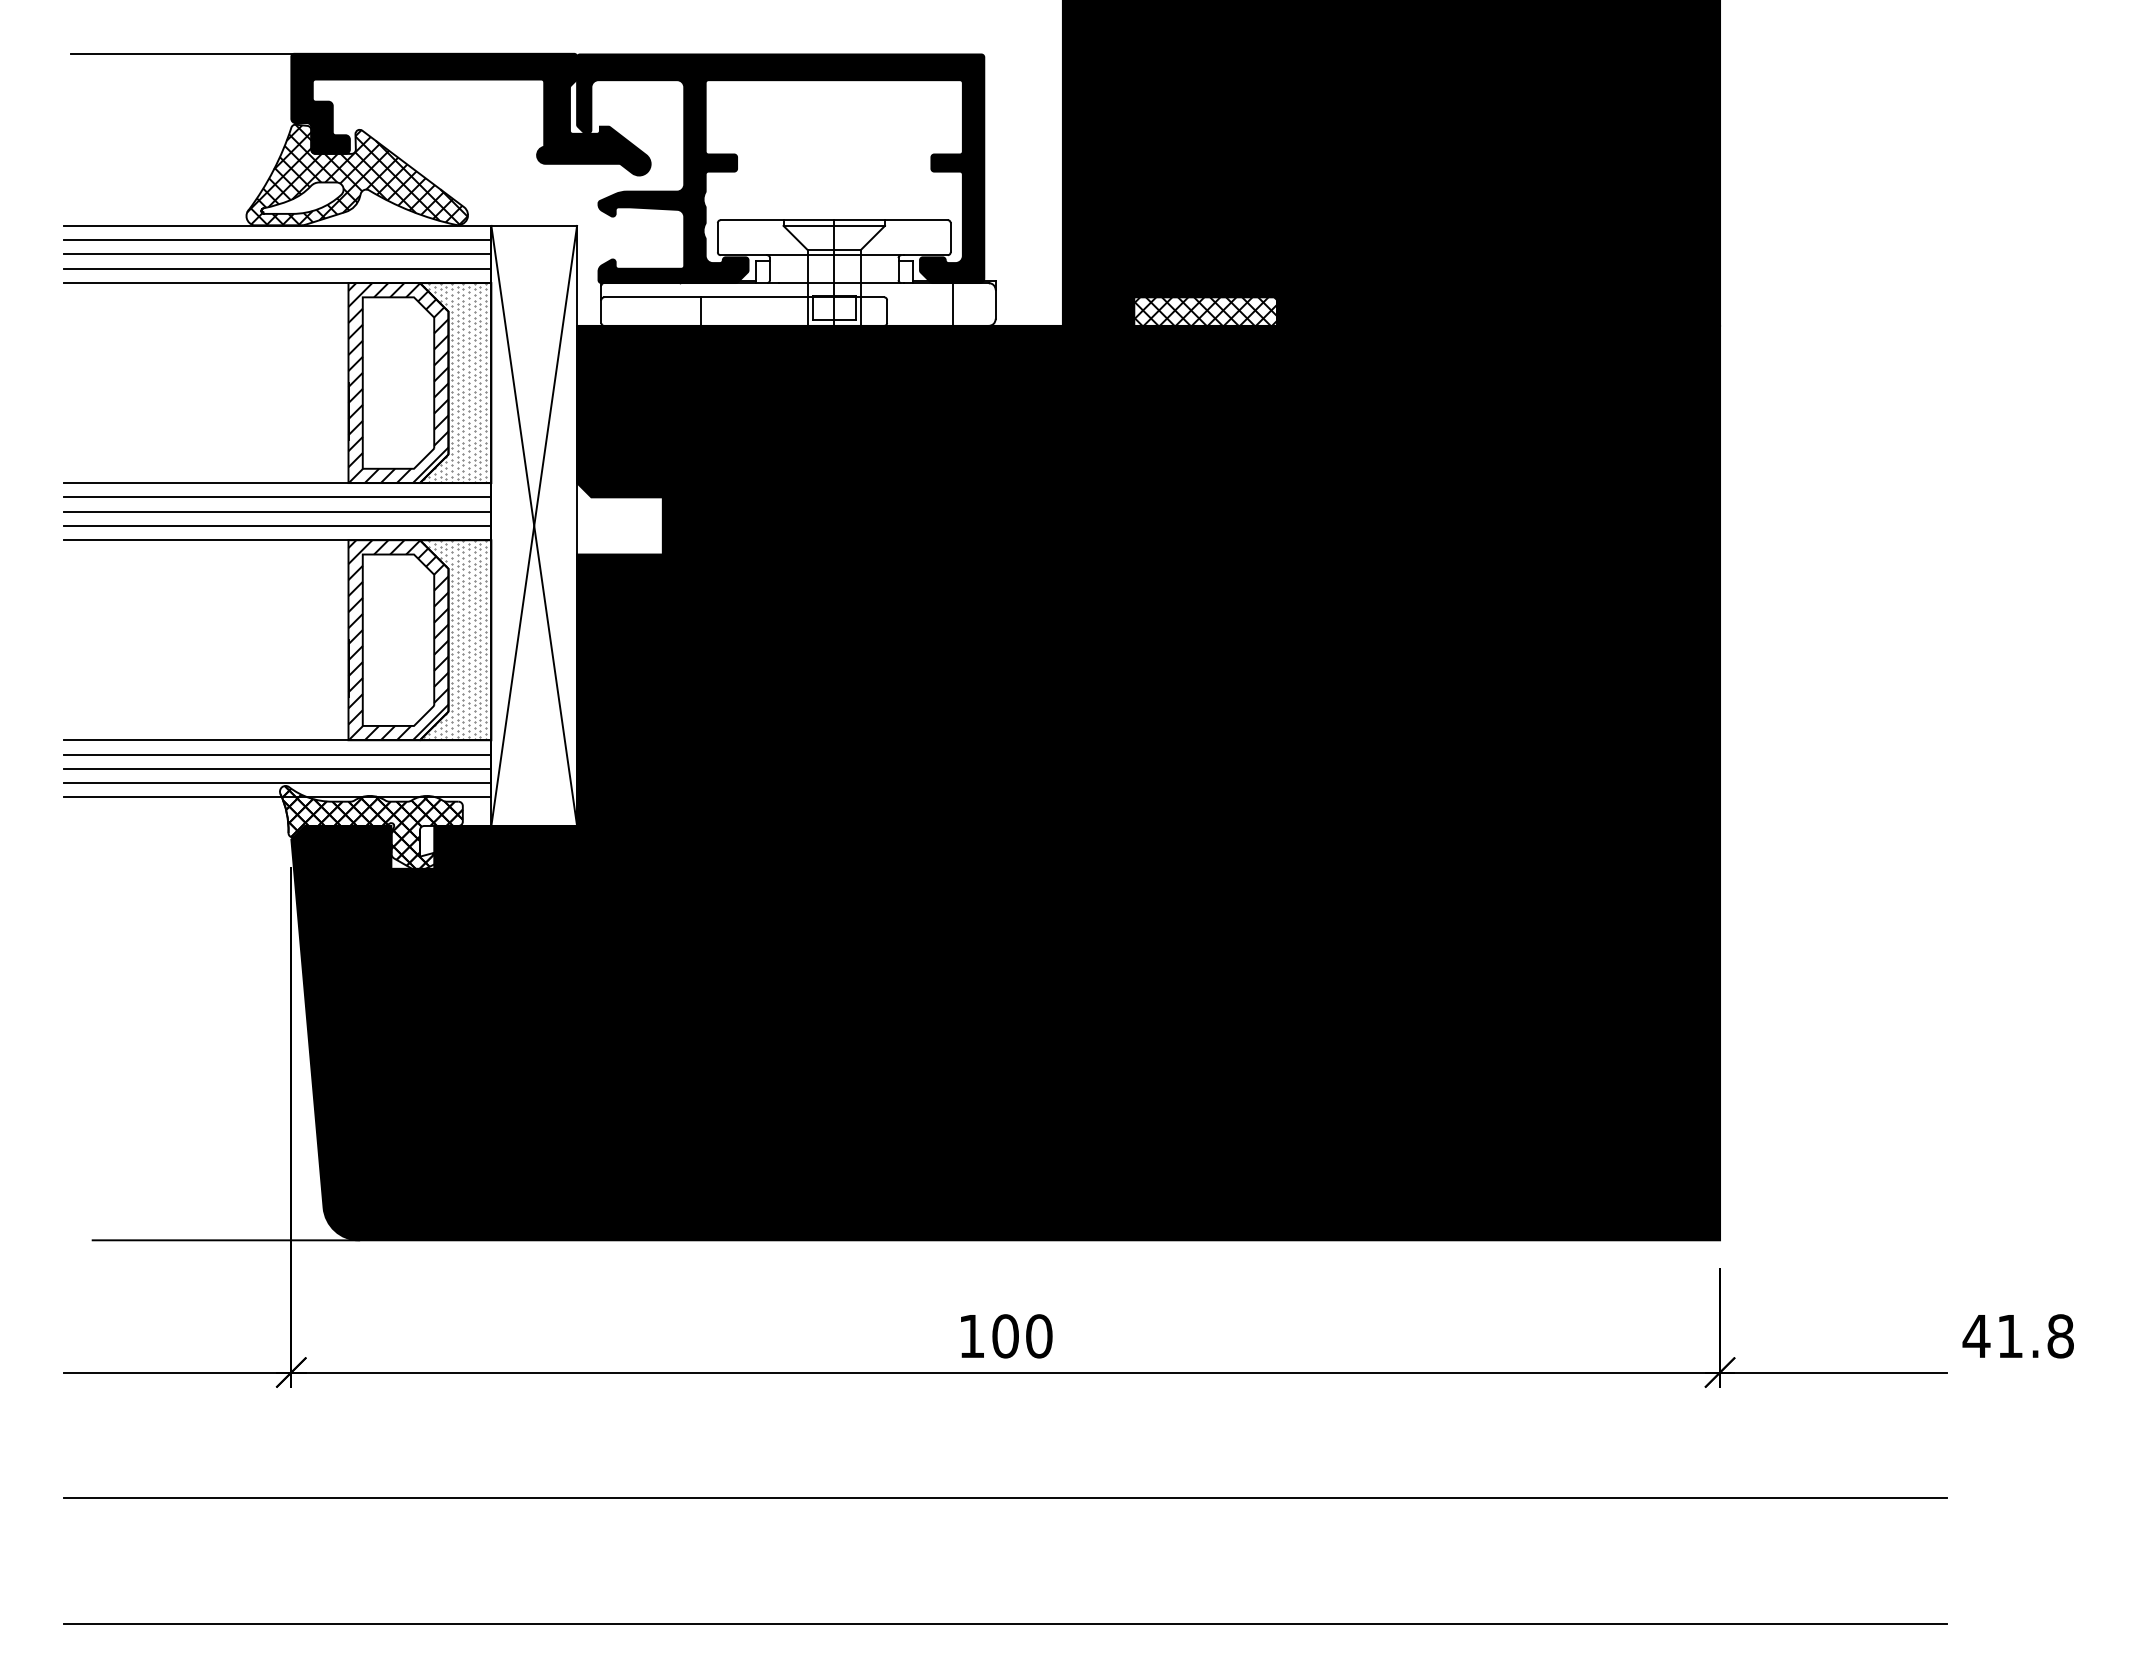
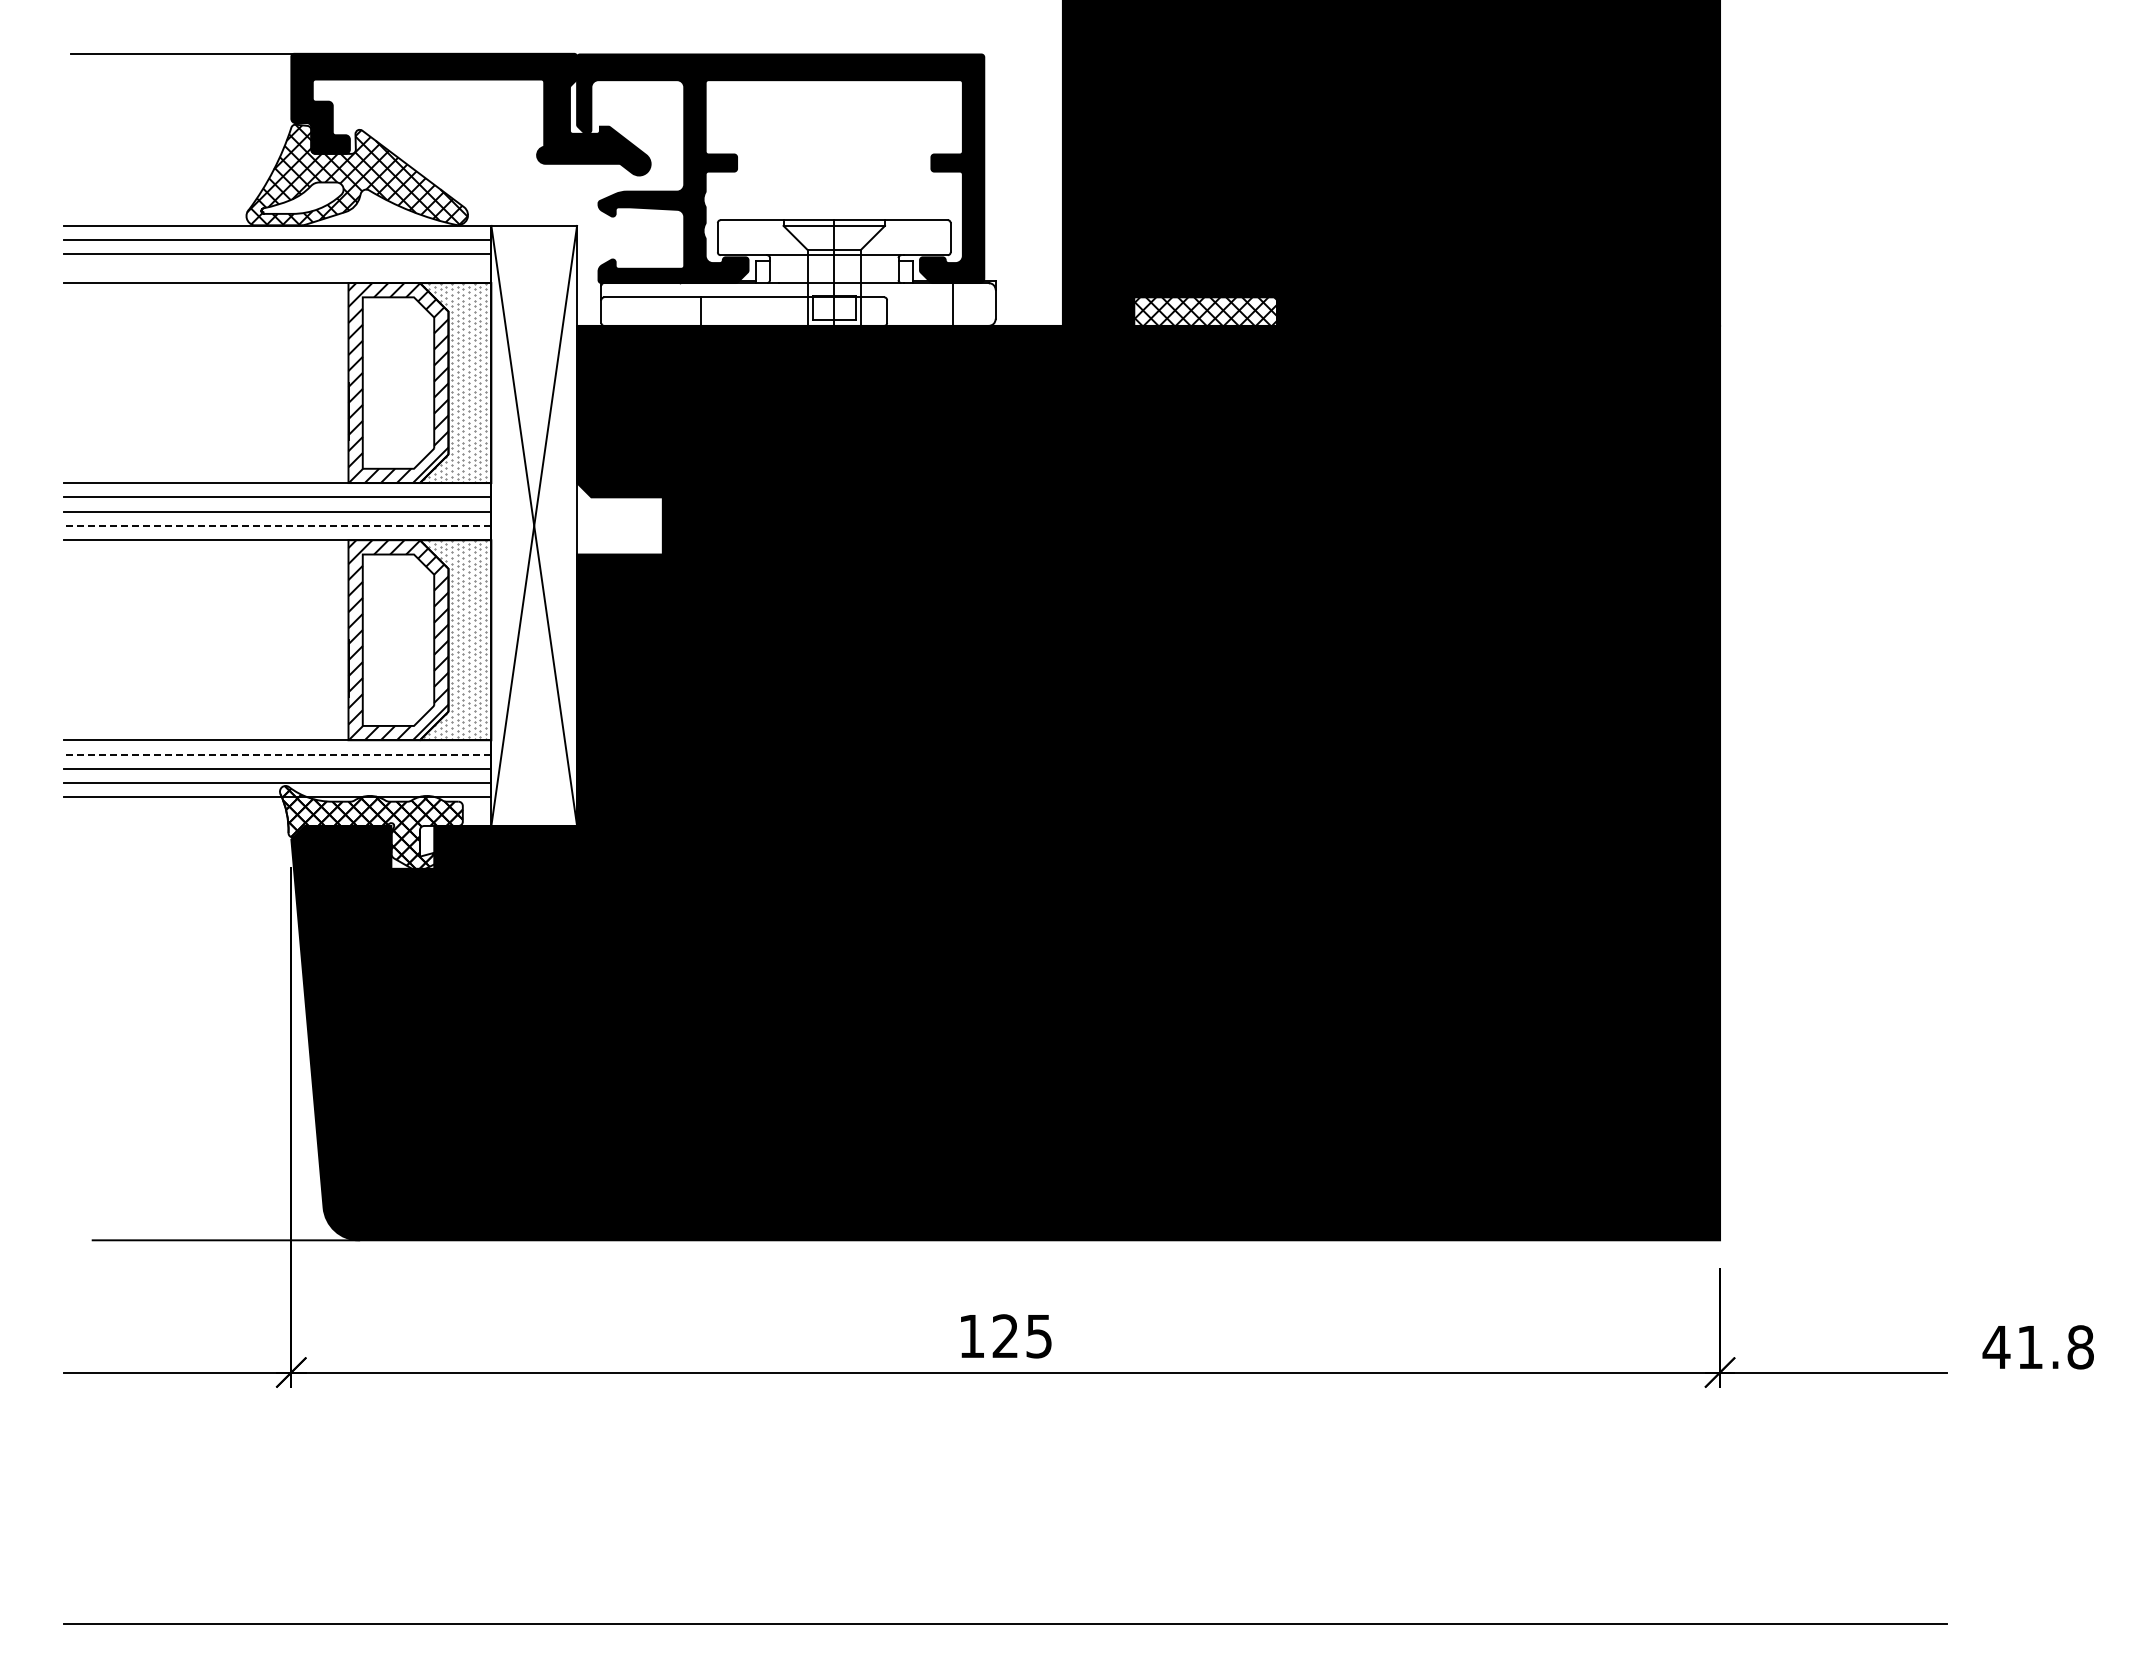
line at (277, 268): present -> none
line at (277, 525): solid -> dashed
line at (277, 754): solid -> dashed
text at (1022, 1336): 100 -> 125
text at (2017, 1336) position: (2017, 1336) -> (2037, 1347)
line at (1005, 1498): present -> none
